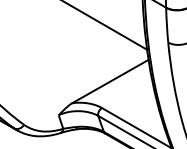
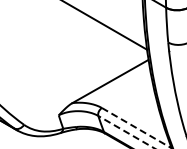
line at (137, 128): solid -> dashed
line at (126, 132): solid -> dashed
